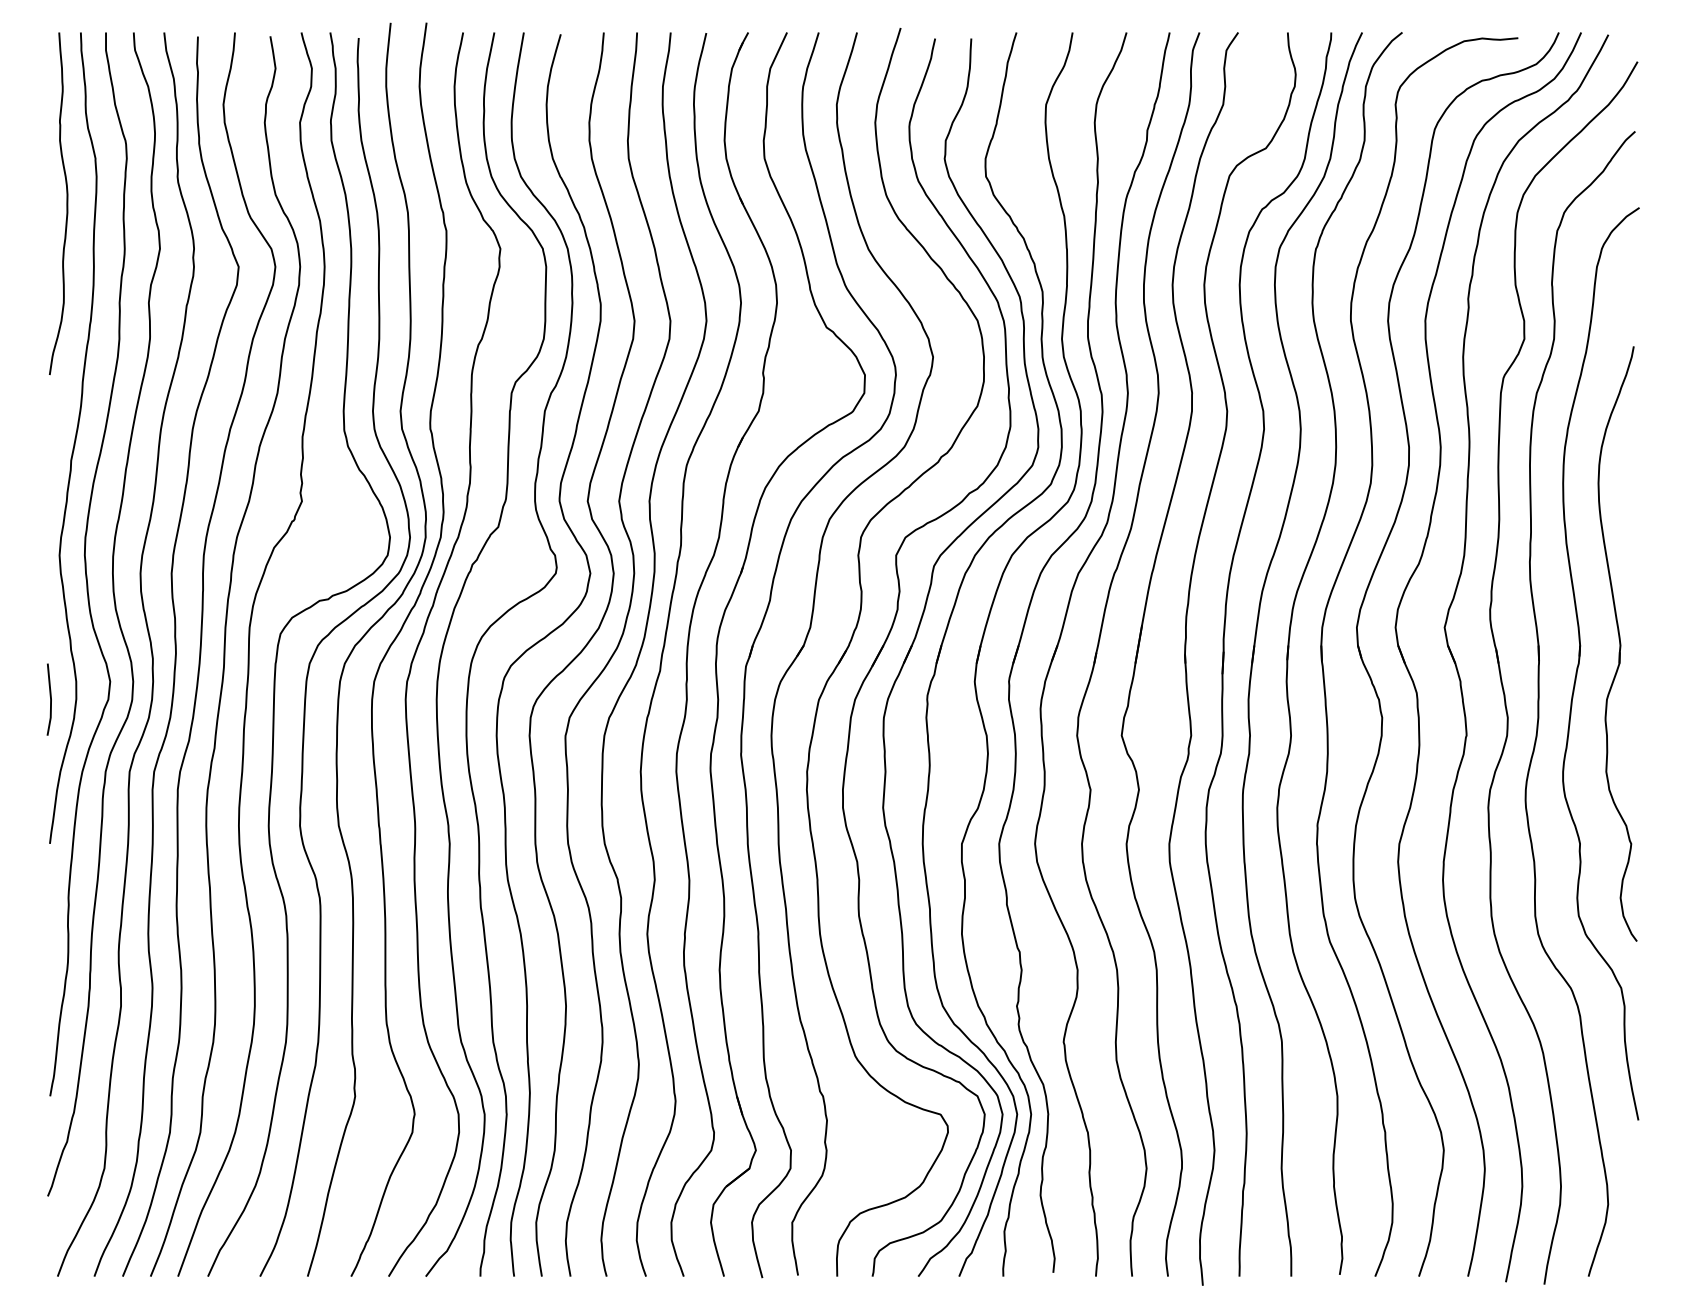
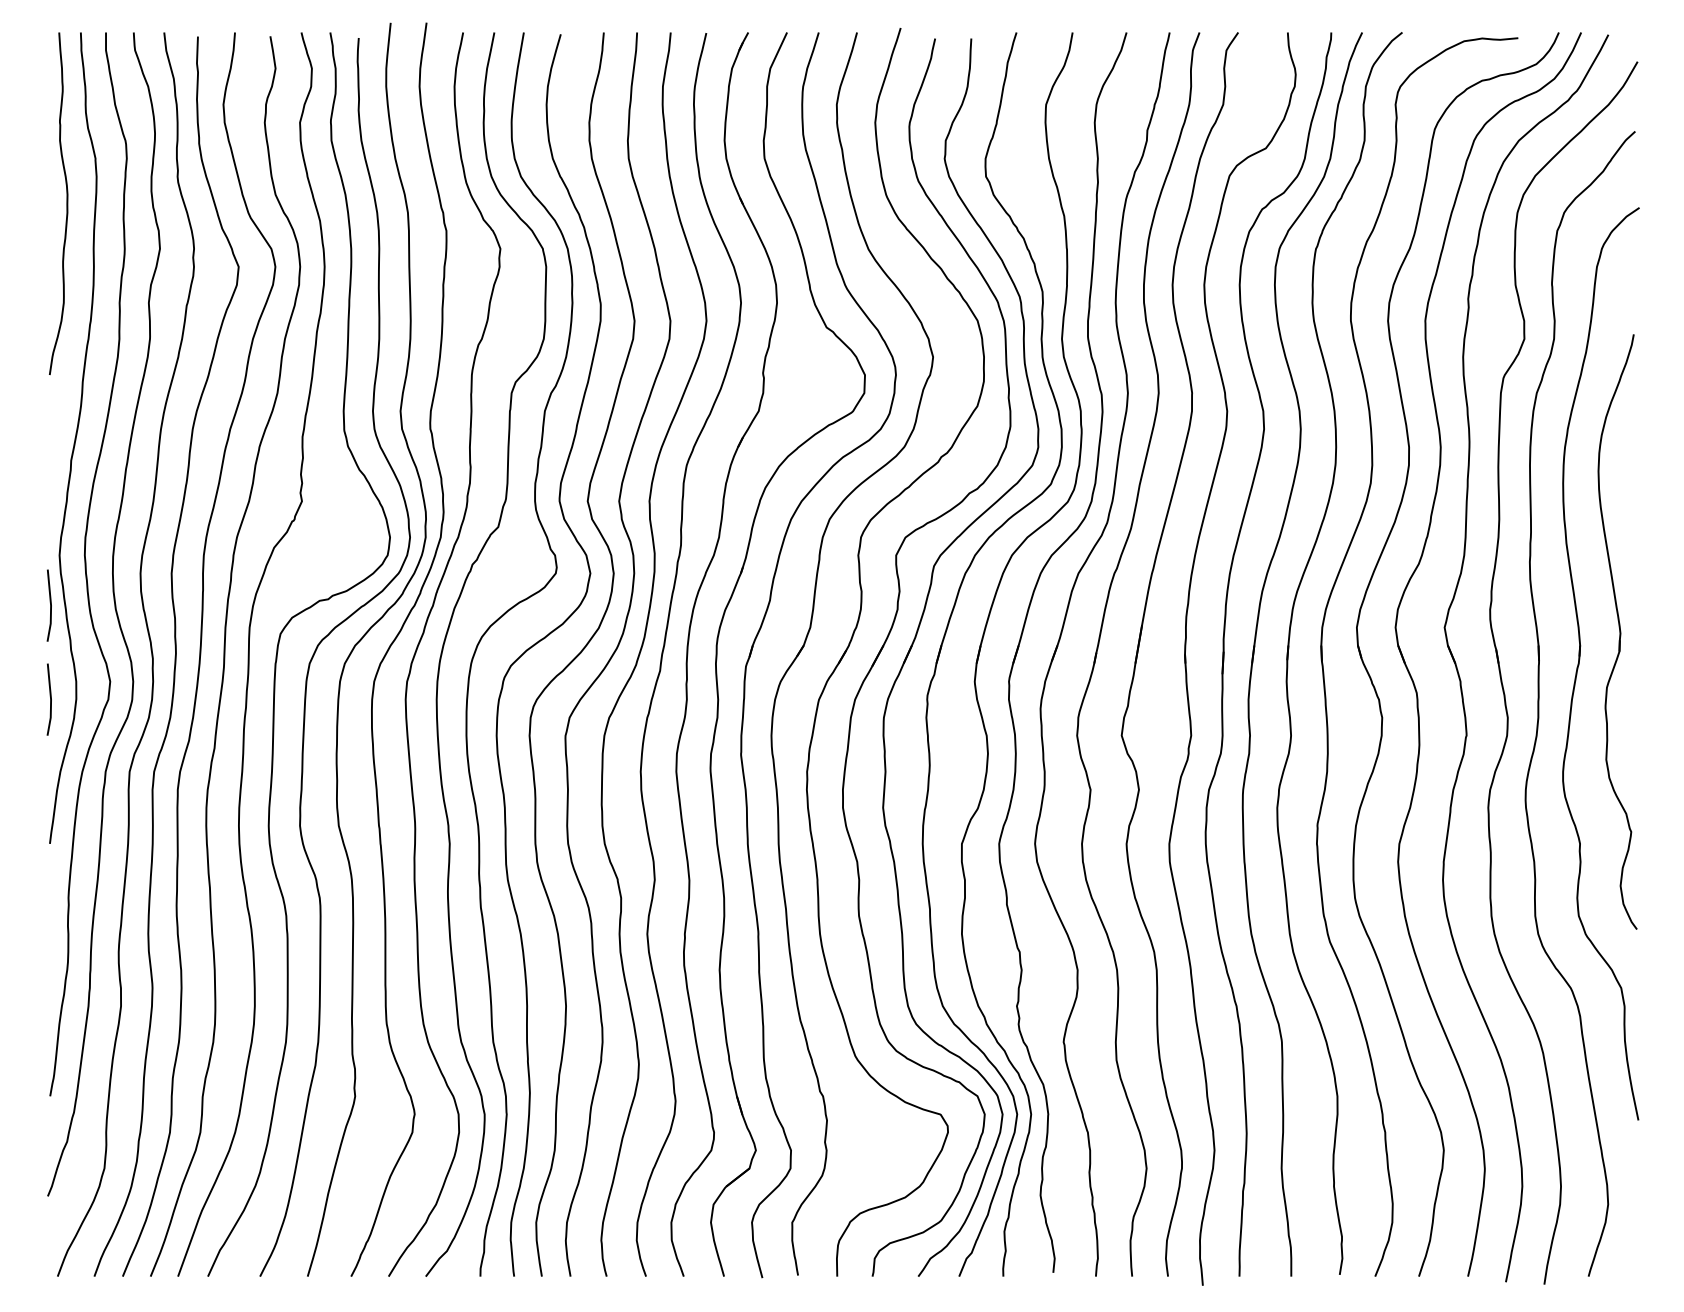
line at (50, 605): none -> present
part at (1617, 643) position: (1617, 643) -> (1617, 631)
